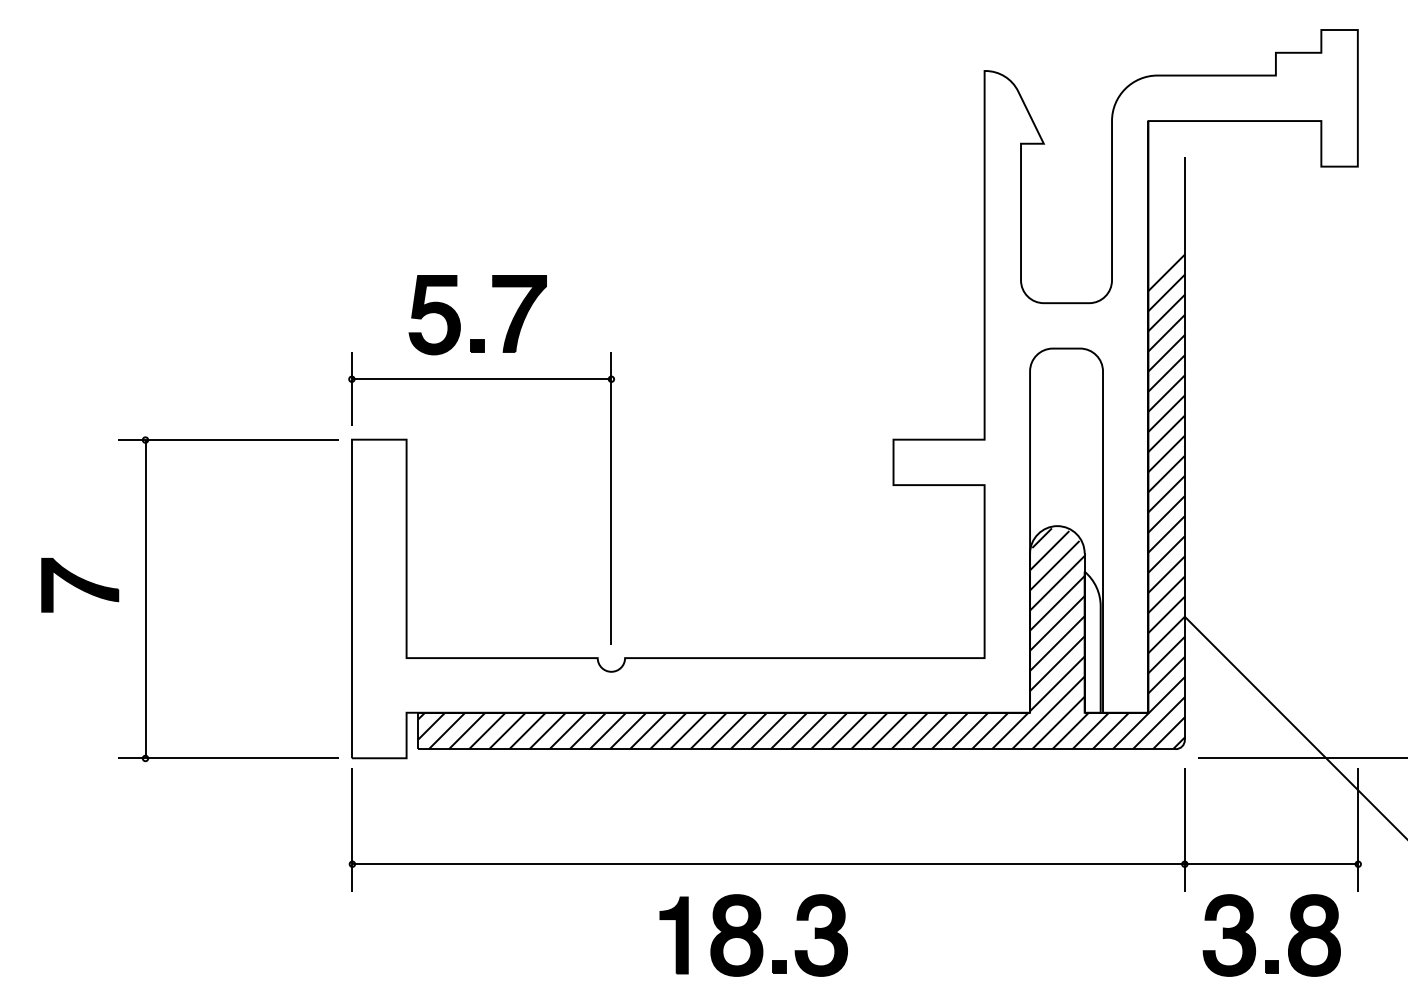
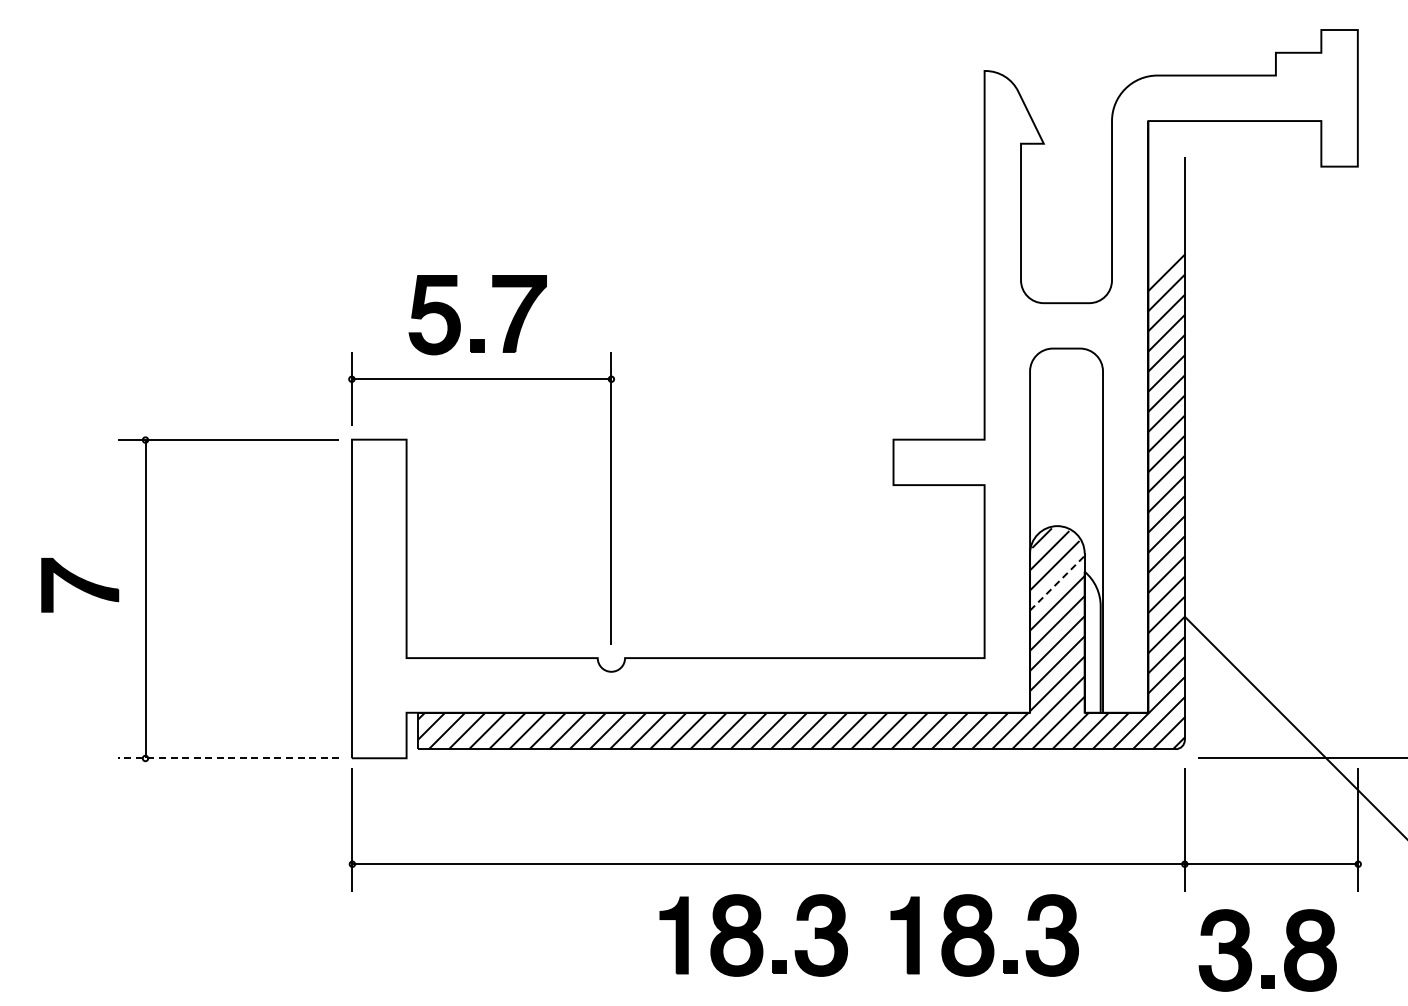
line at (1057, 583): solid -> dashed
line at (228, 758): solid -> dashed
part at (984, 935): none -> present
part at (1254, 941) position: (1254, 941) -> (1250, 956)
